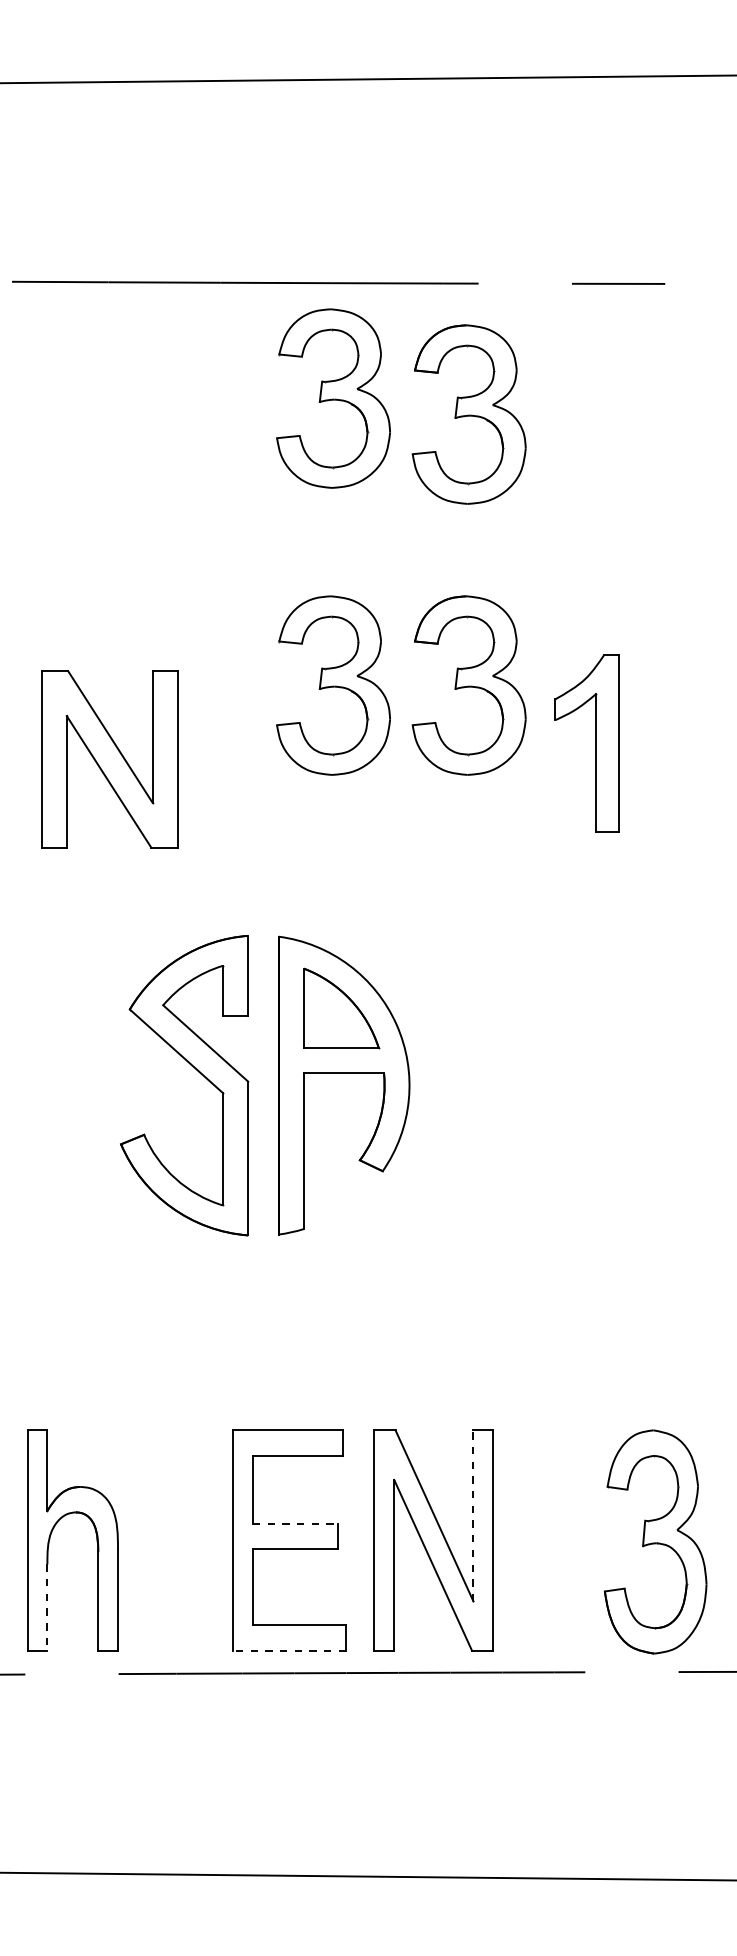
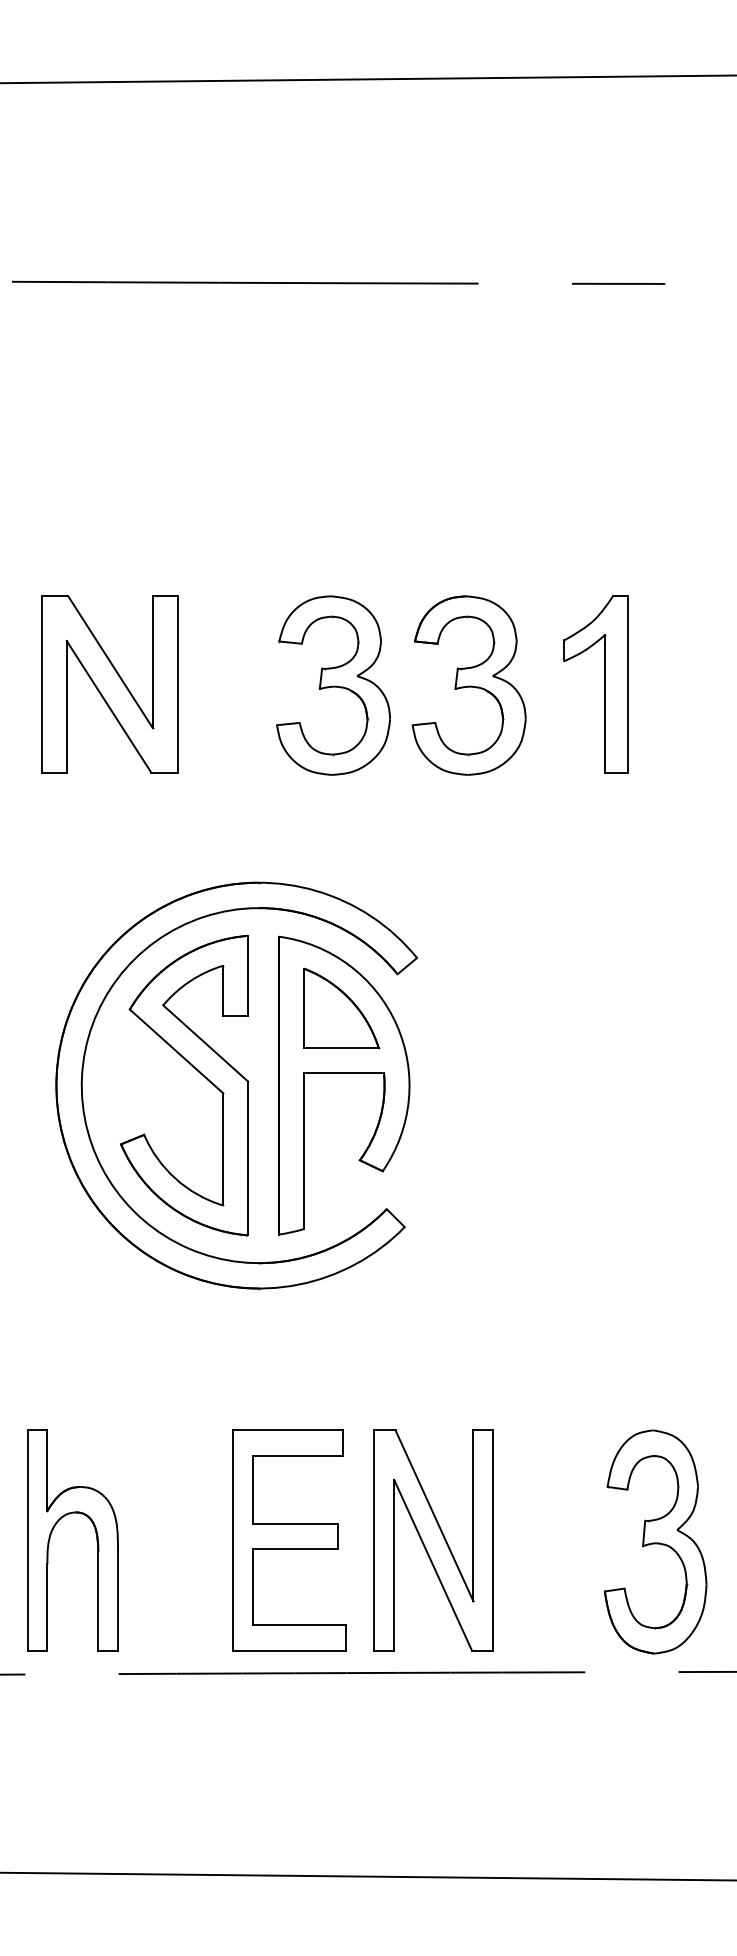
part at (333, 398): present -> none
part at (468, 414): present -> none
part at (595, 743) position: (595, 743) -> (604, 684)
part at (109, 759) position: (109, 759) -> (109, 684)
part at (83, 1074): none -> present
line at (473, 1515): dashed -> solid
line at (295, 1523): dashed -> solid
line at (47, 1608): dashed -> solid
line at (289, 1650): dashed -> solid
